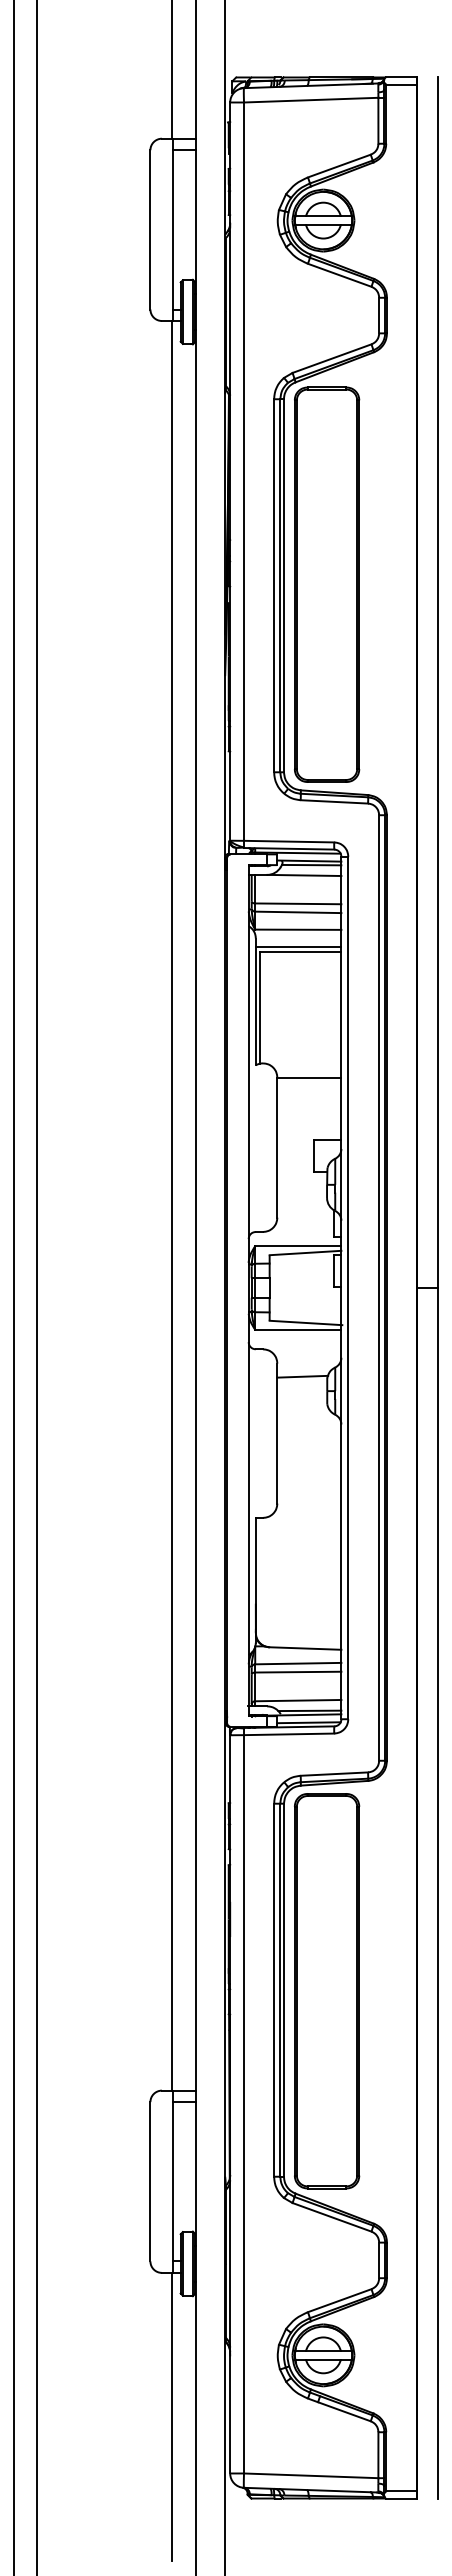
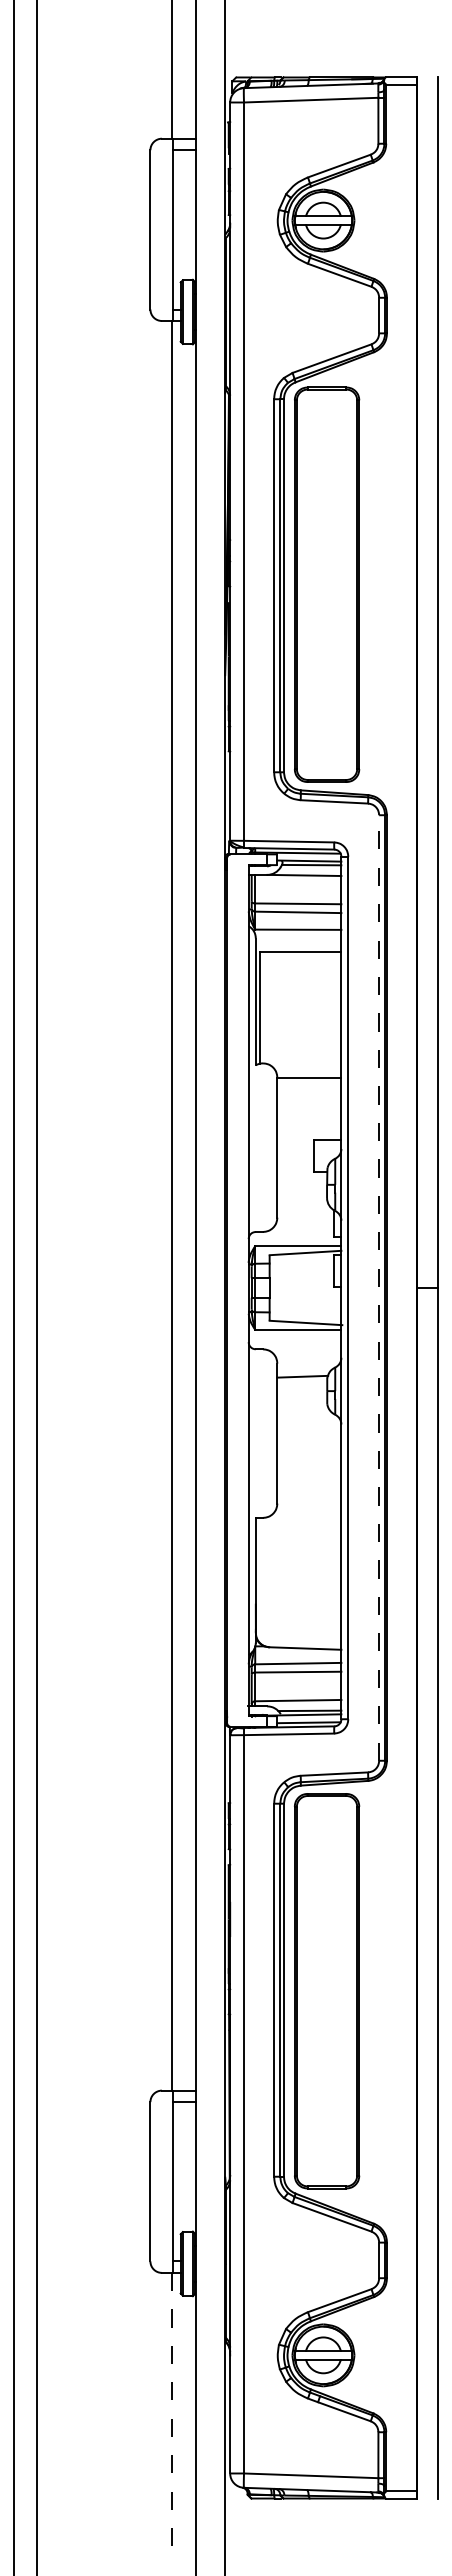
line at (298, 947): present -> none
line at (379, 1288): solid -> dashed
line at (172, 2416): solid -> dashed
